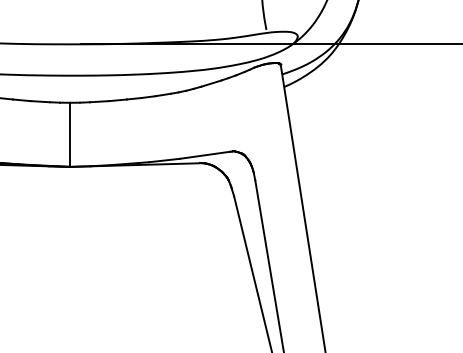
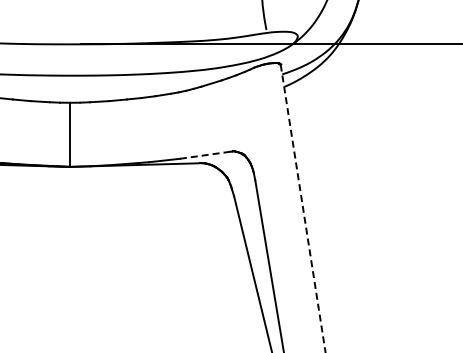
line at (205, 155): solid -> dashed
line at (303, 208): solid -> dashed
